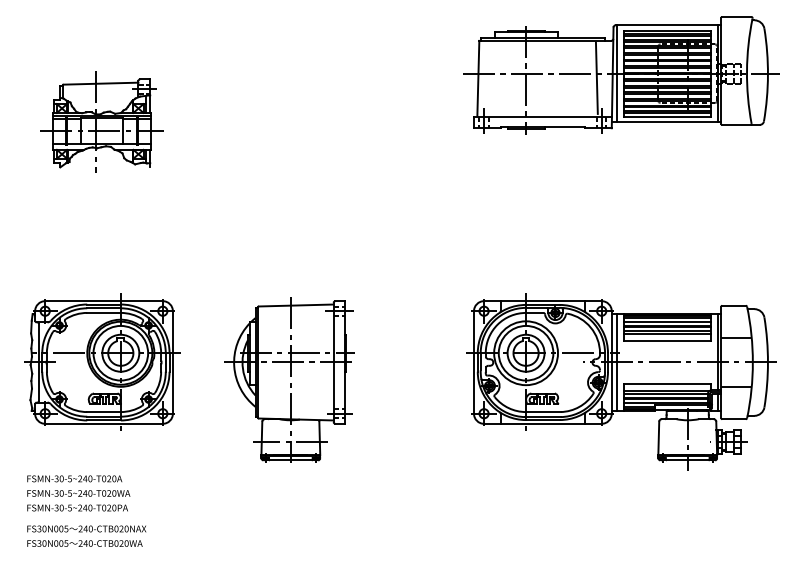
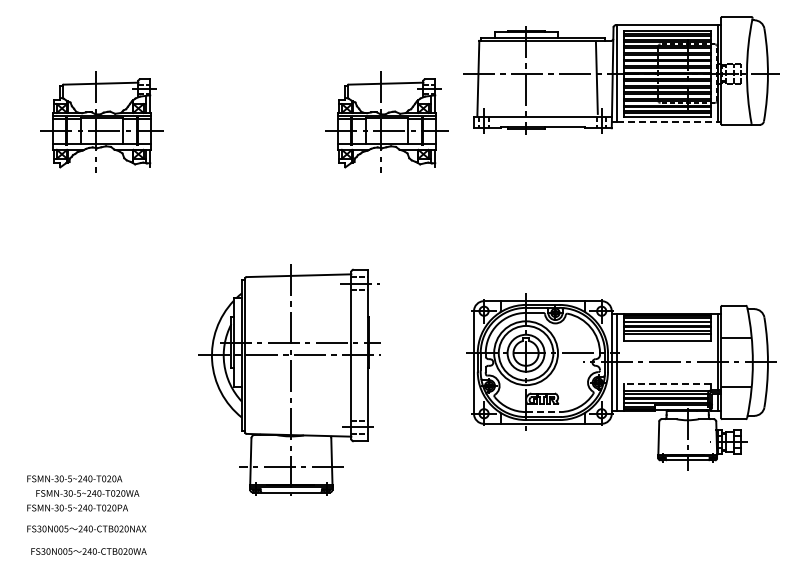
part at (386, 121): none -> present
line at (669, 121): solid -> dashed
part at (102, 361): present -> none
part at (289, 379) size: 131x166 px -> 183x232 px
line at (667, 384): solid -> dashed
line at (543, 412): solid -> dashed
text at (78, 493) position: (78, 493) -> (87, 493)
text at (84, 543) position: (84, 543) -> (88, 551)
